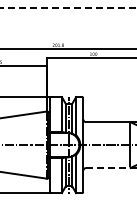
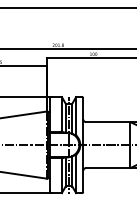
line at (68, 8): dashed -> solid
line at (107, 168): dashed -> solid
